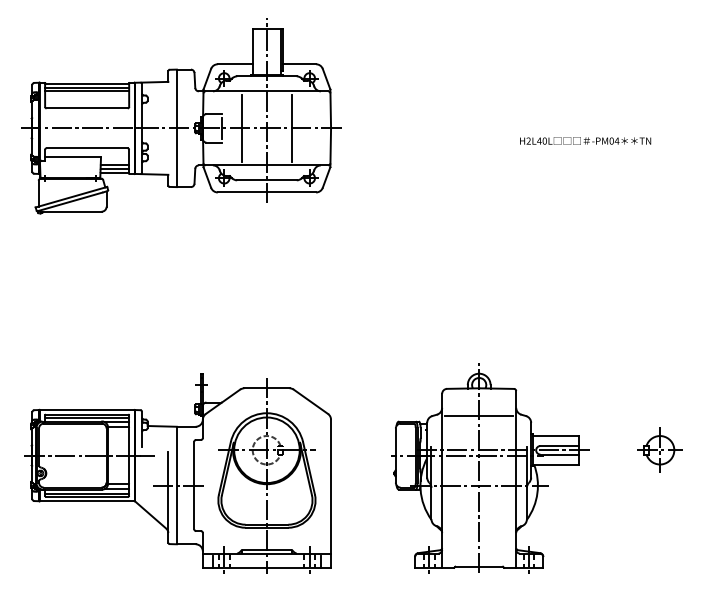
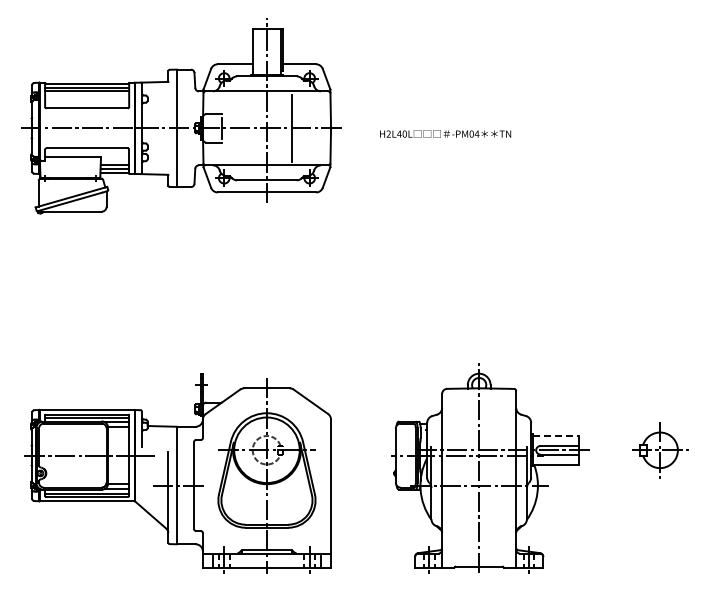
line at (242, 127): present -> none
text at (585, 140) position: (585, 140) -> (445, 133)
line at (479, 416): present -> none
line at (556, 436): solid -> dashed
part at (659, 449) size: 46x46 px -> 57x57 px
